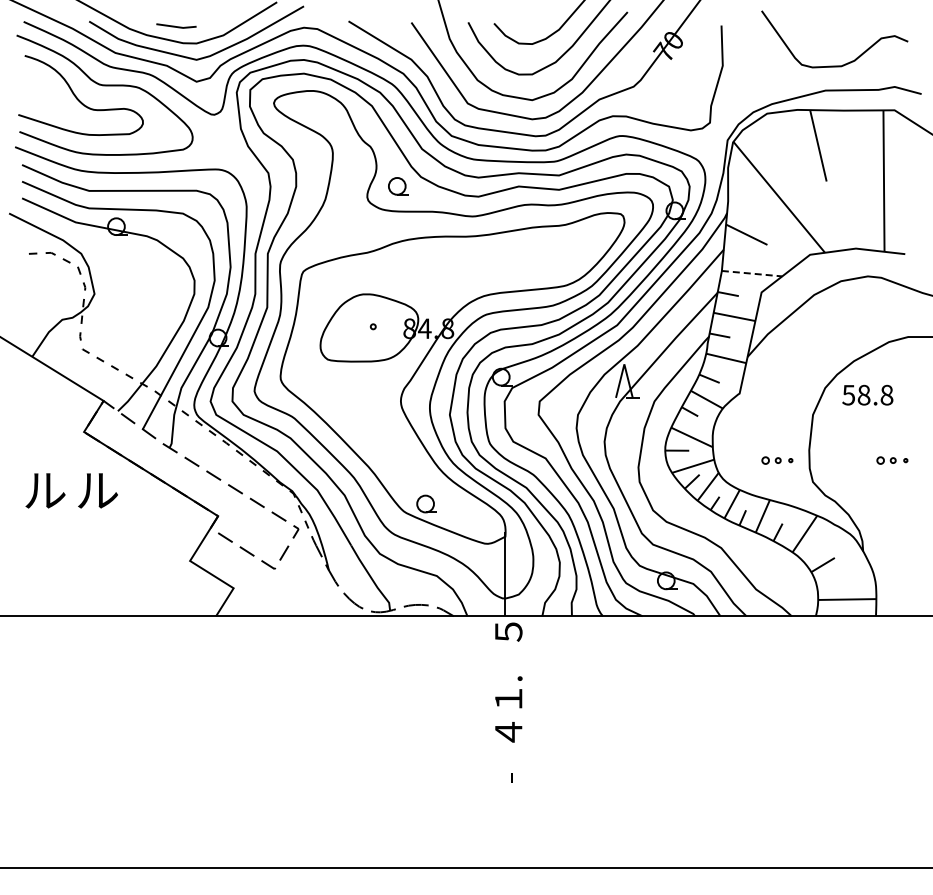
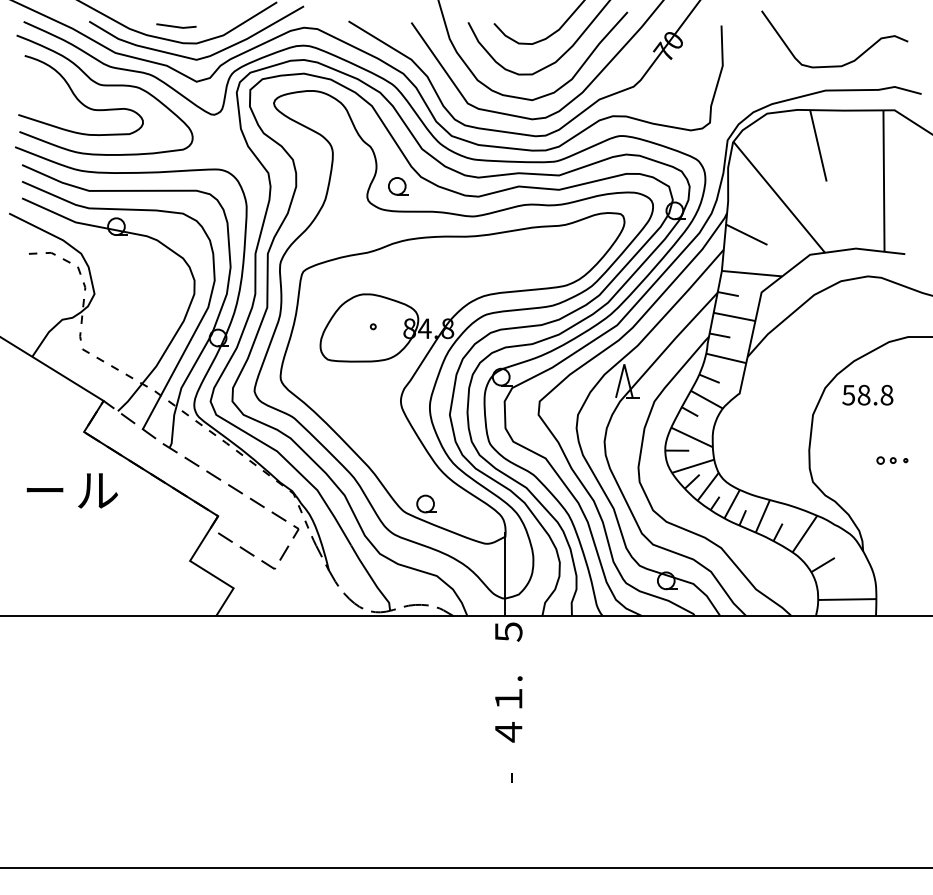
line at (752, 273): dashed -> solid
part at (777, 460): present -> none
text at (45, 490): ル -> ー
